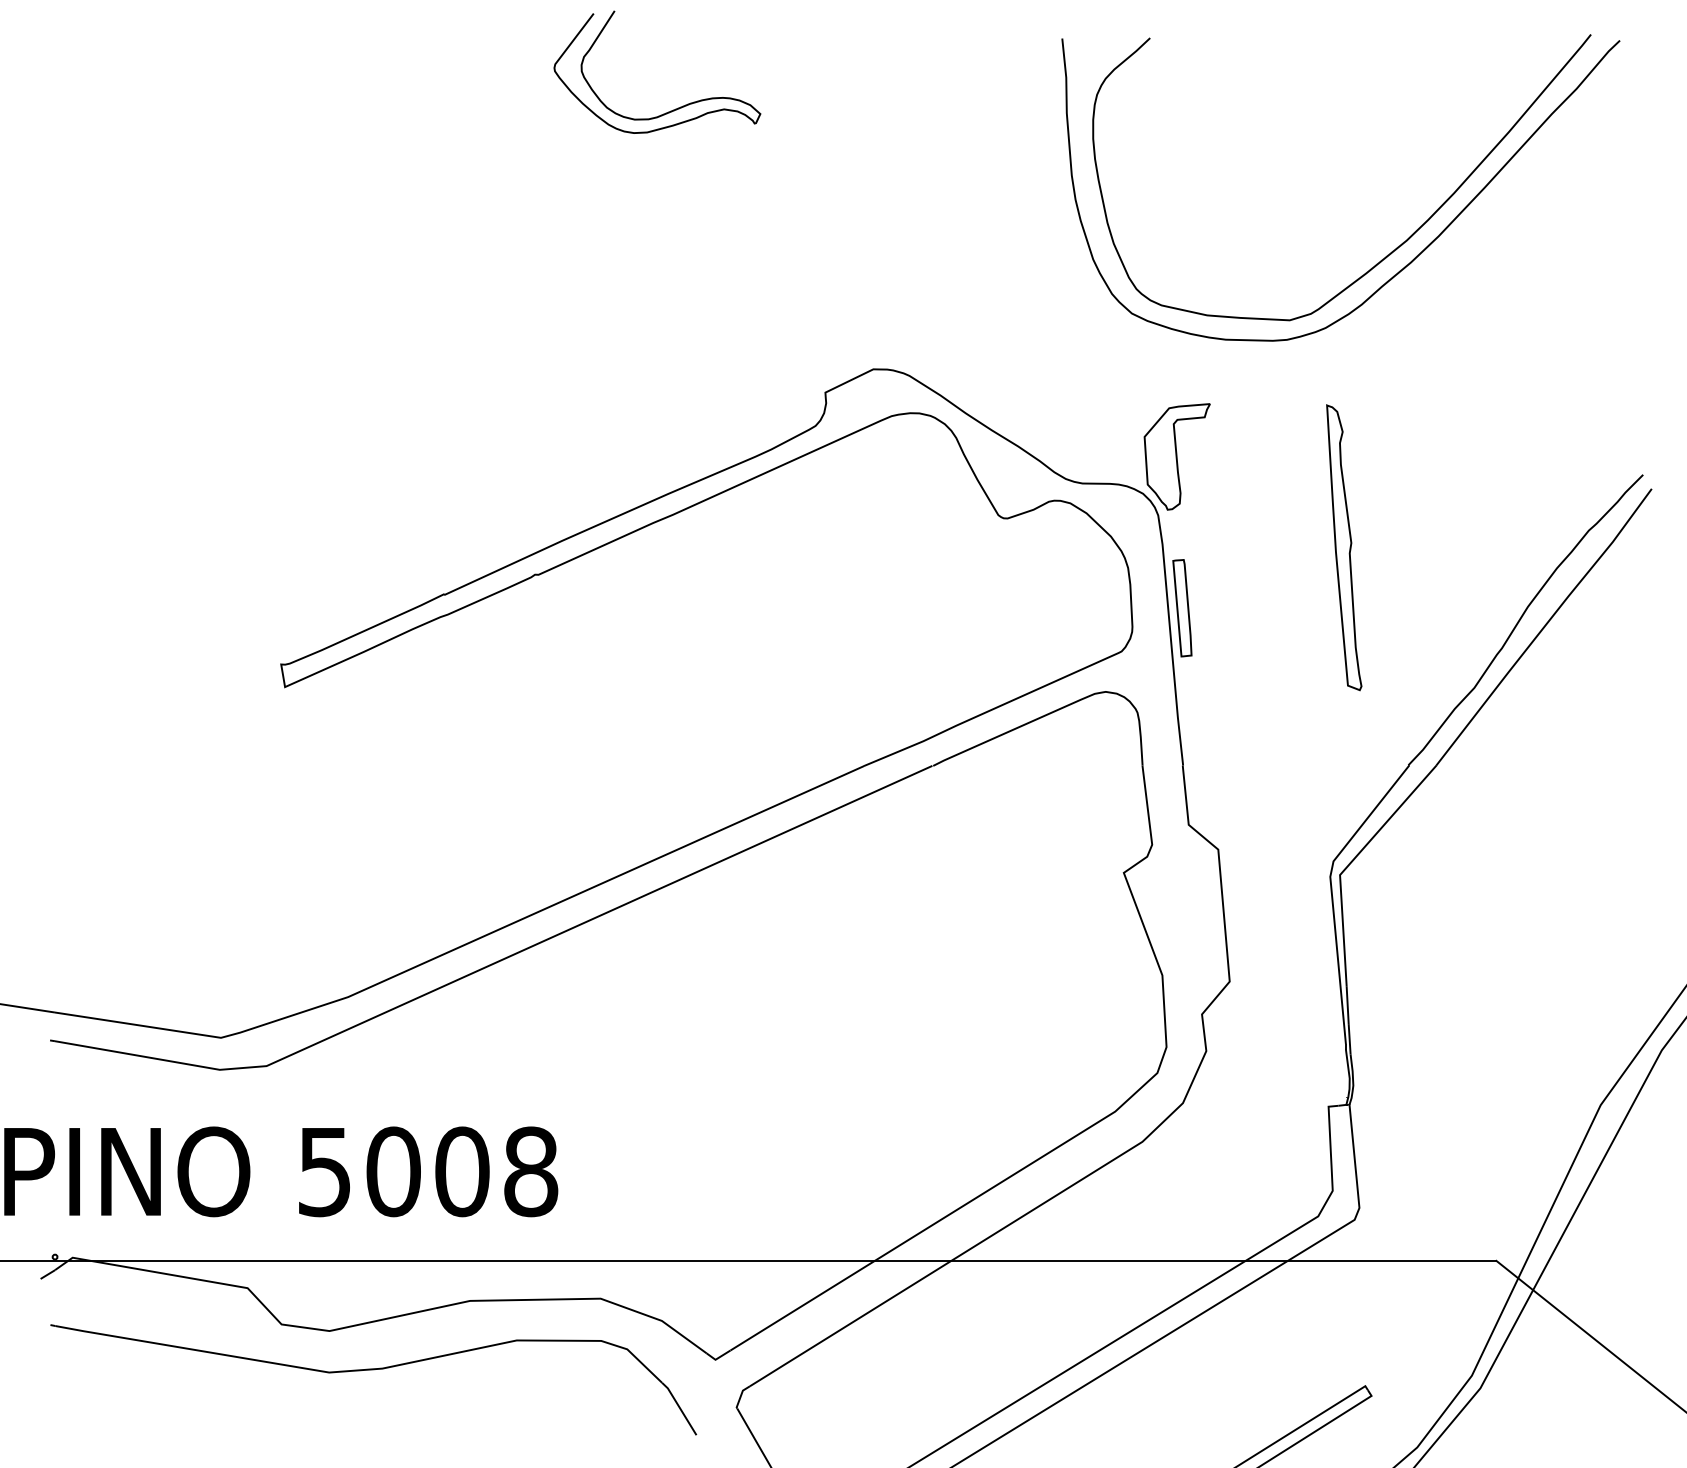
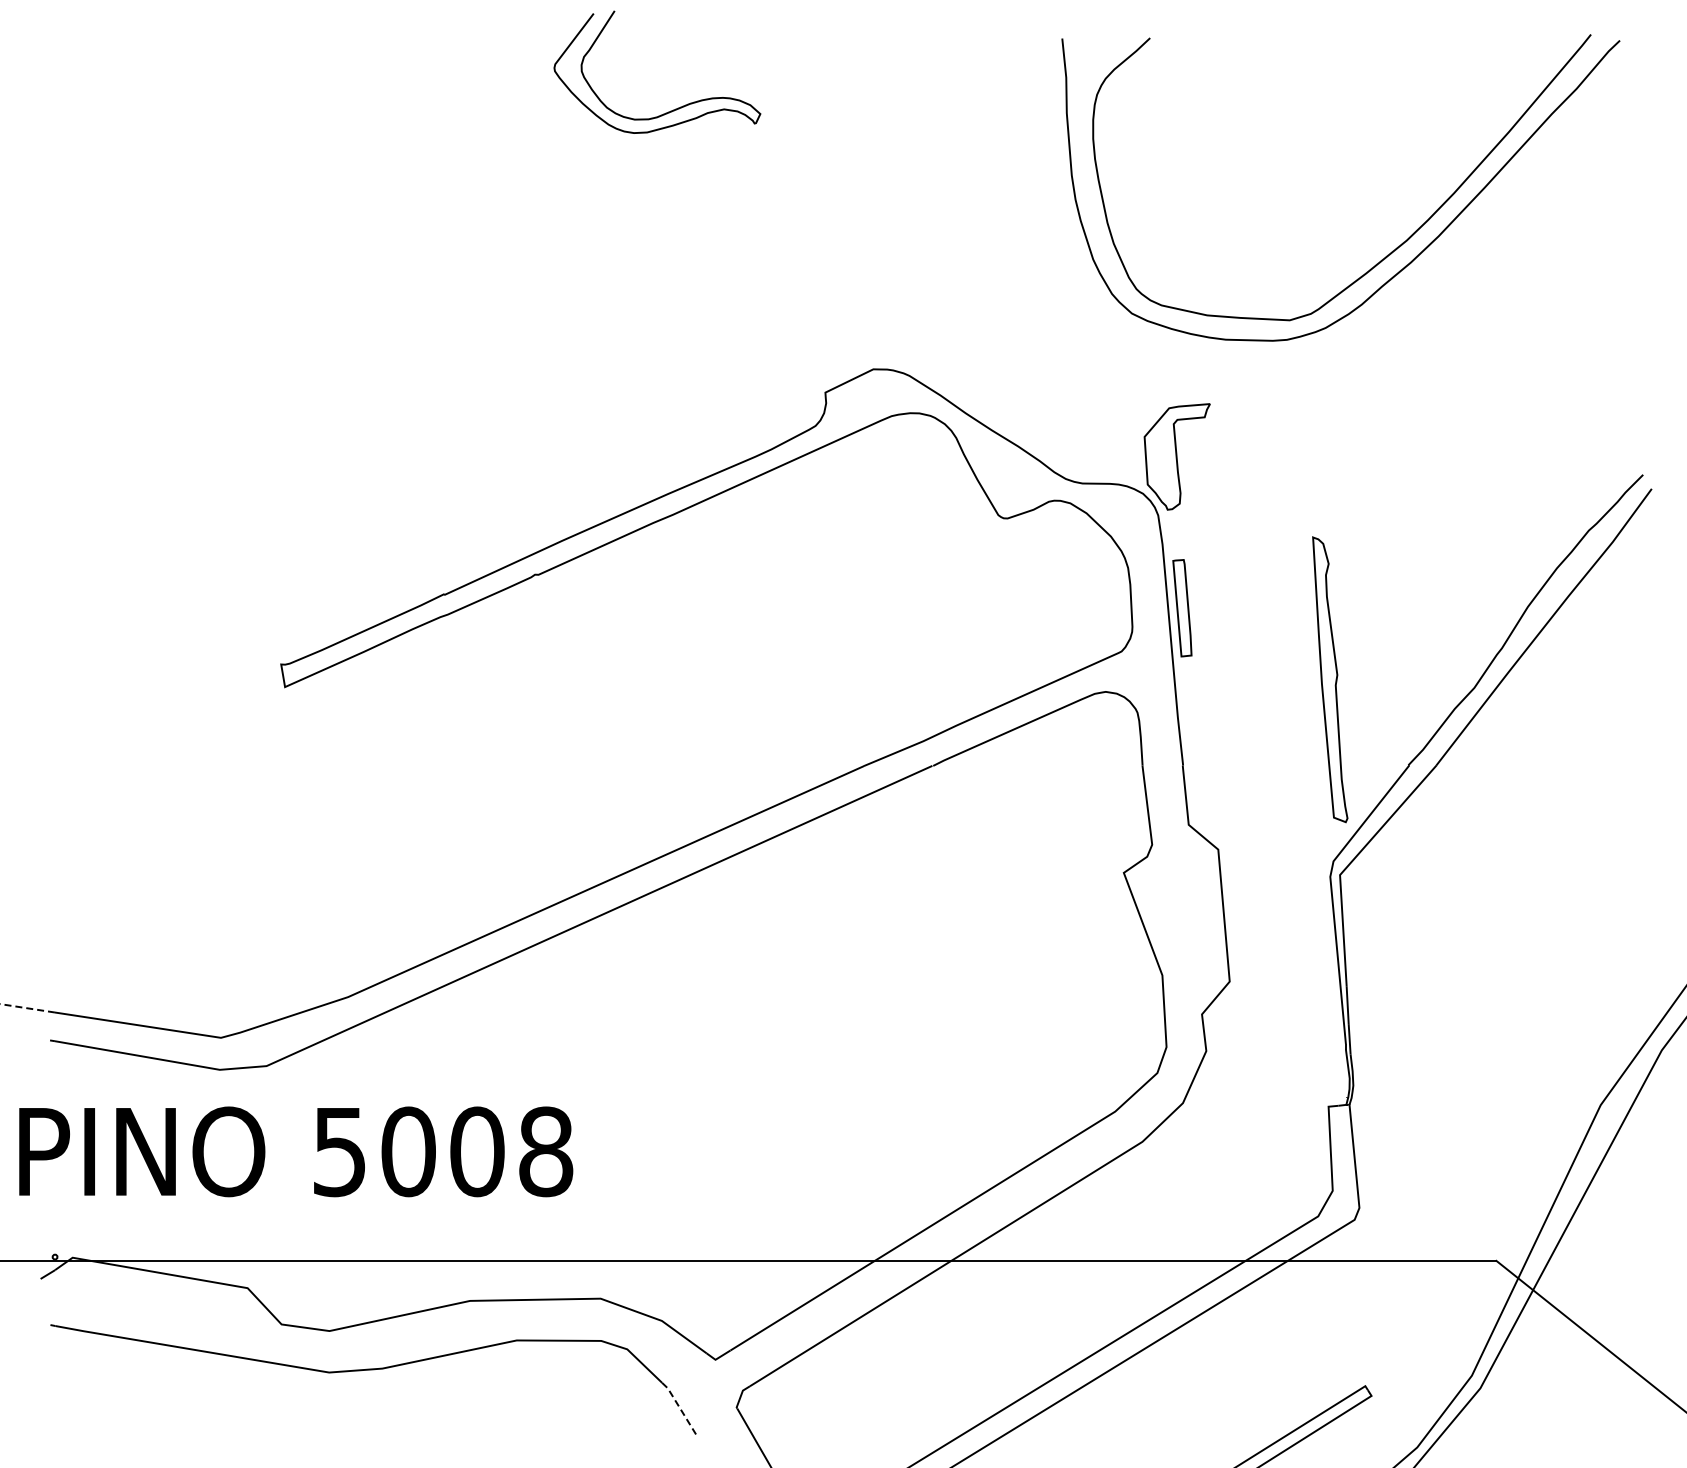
part at (1344, 547) position: (1344, 547) -> (1330, 679)
line at (27, 1008): solid -> dashed
text at (281, 1171) position: (281, 1171) -> (296, 1151)
line at (679, 1407): solid -> dashed
